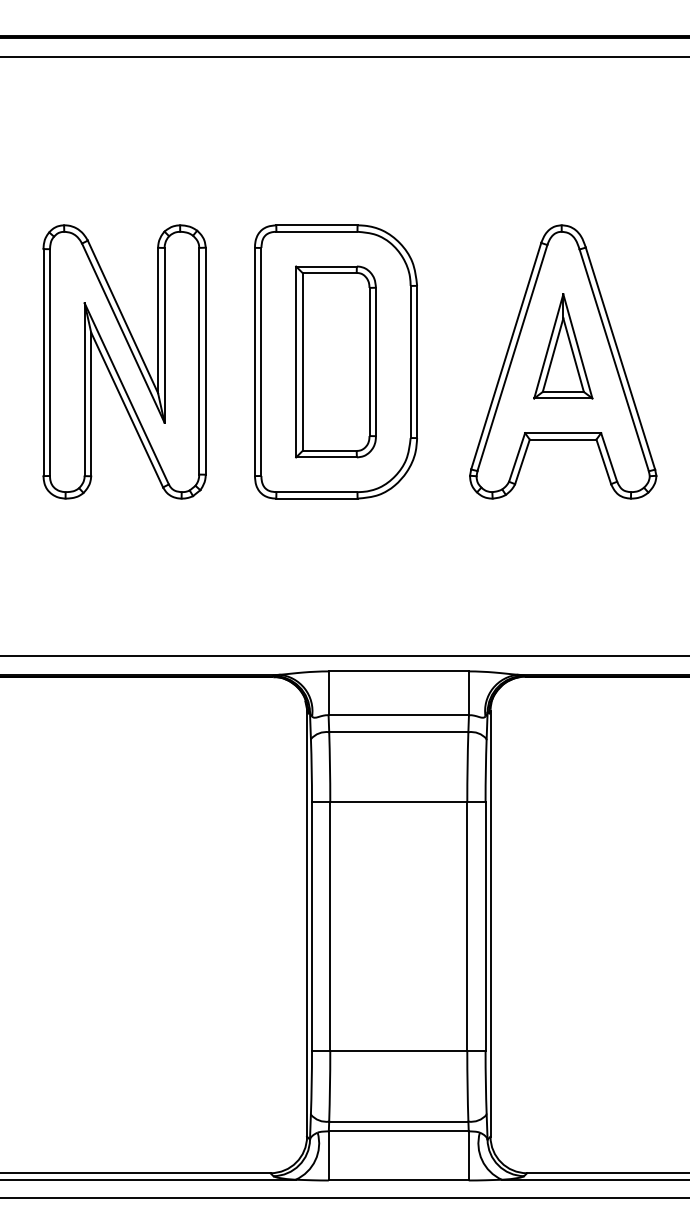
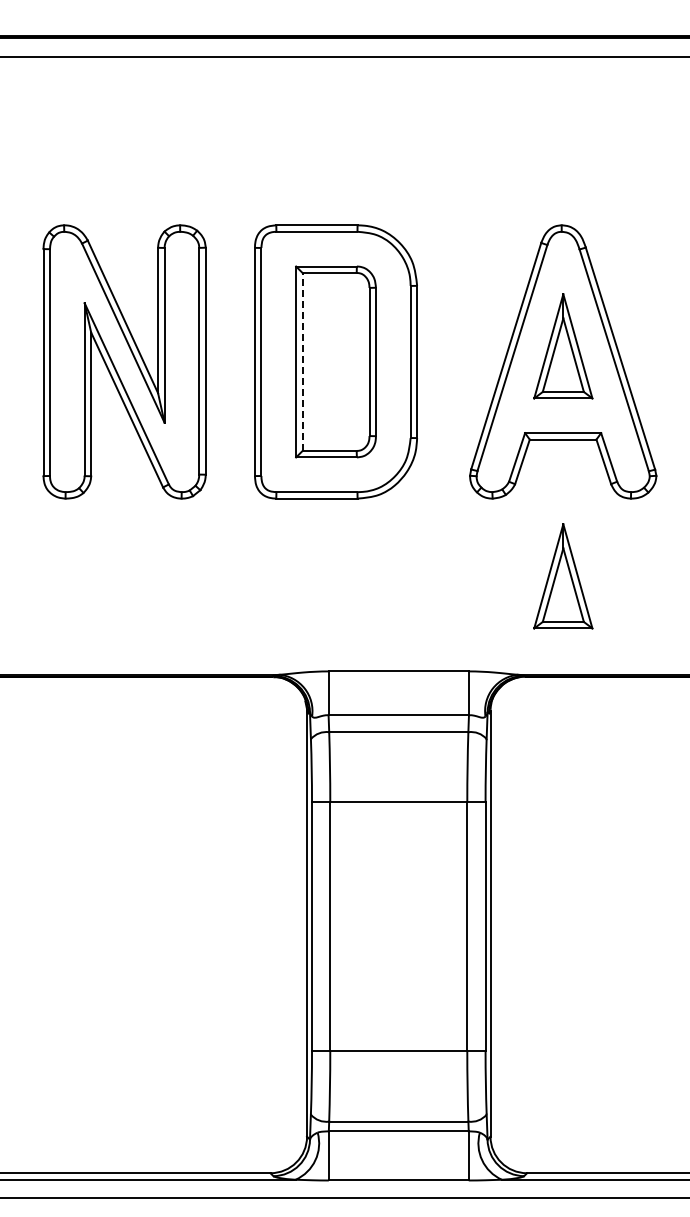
line at (302, 361): solid -> dashed
part at (563, 576): none -> present
line at (344, 656): present -> none
